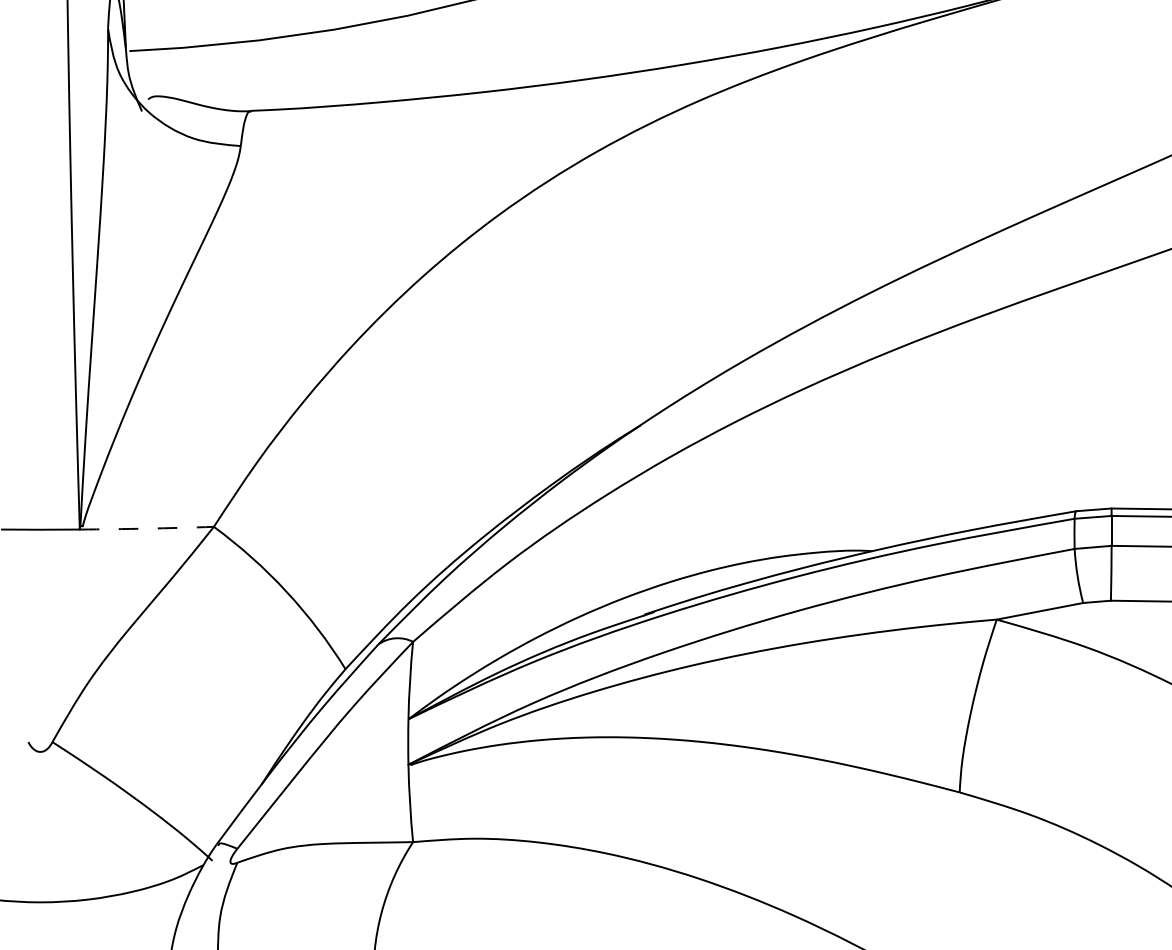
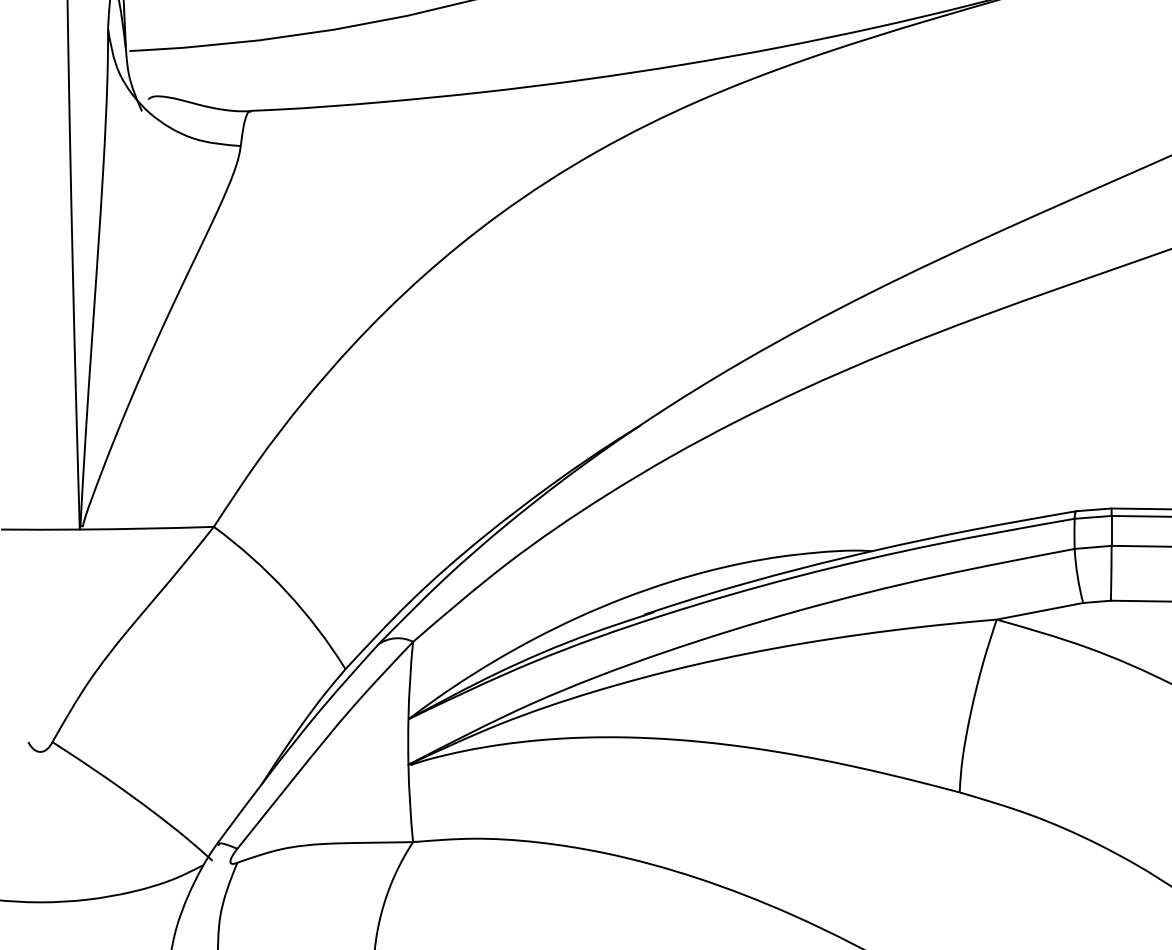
arc at (146, 528): dashed -> solid
